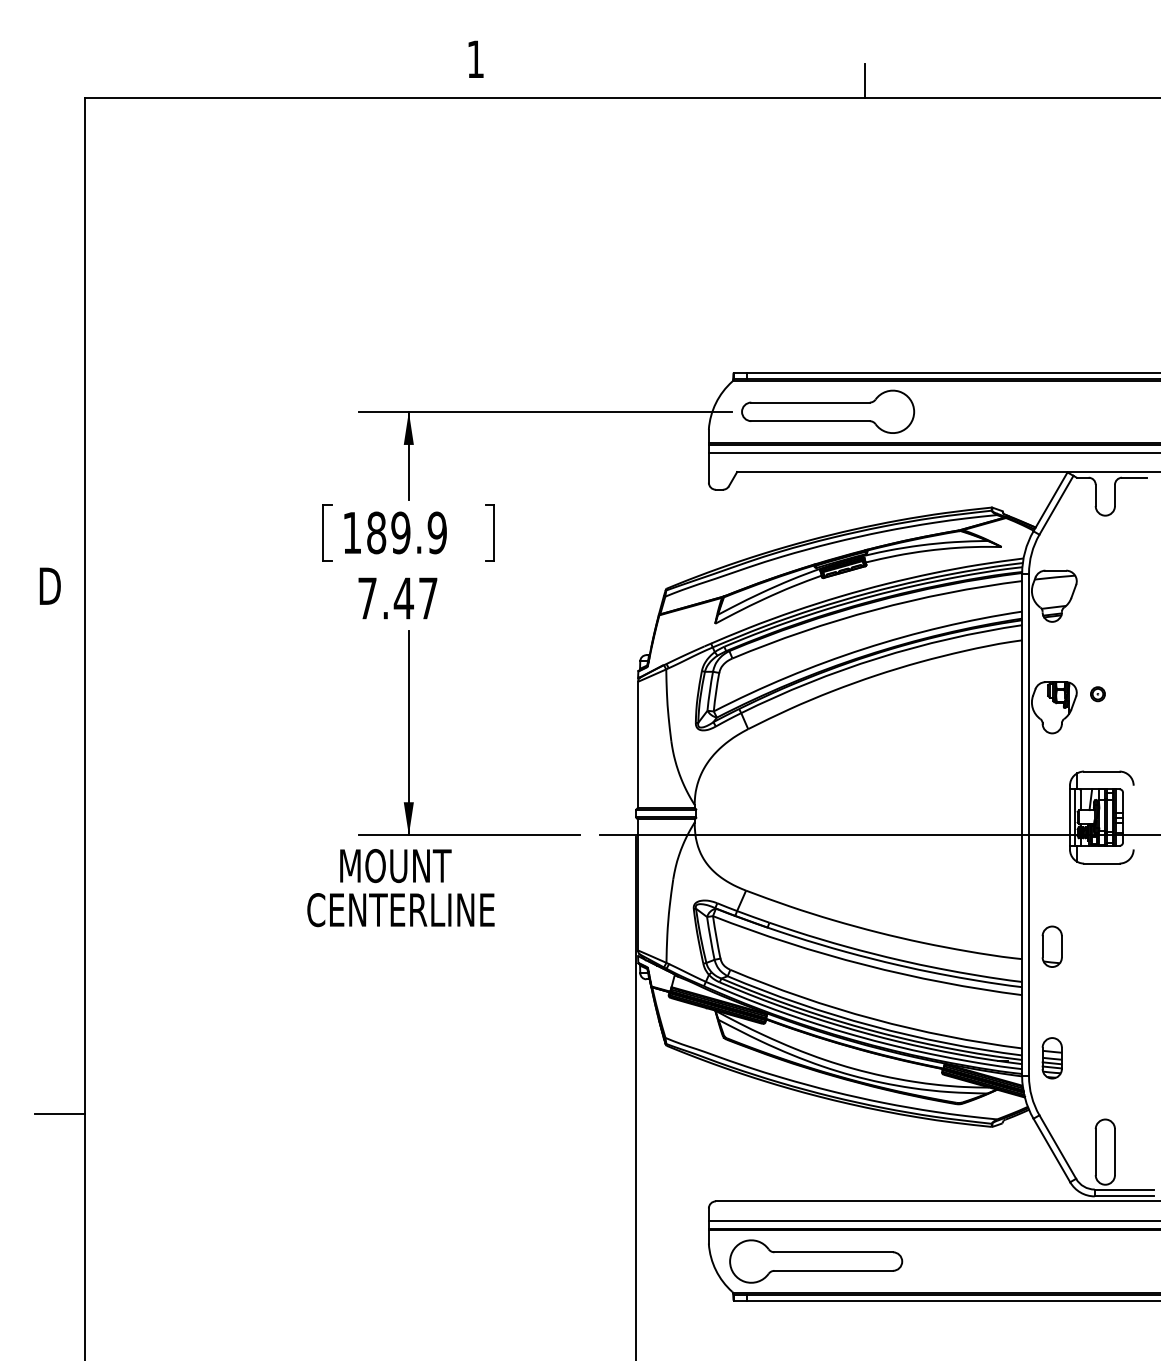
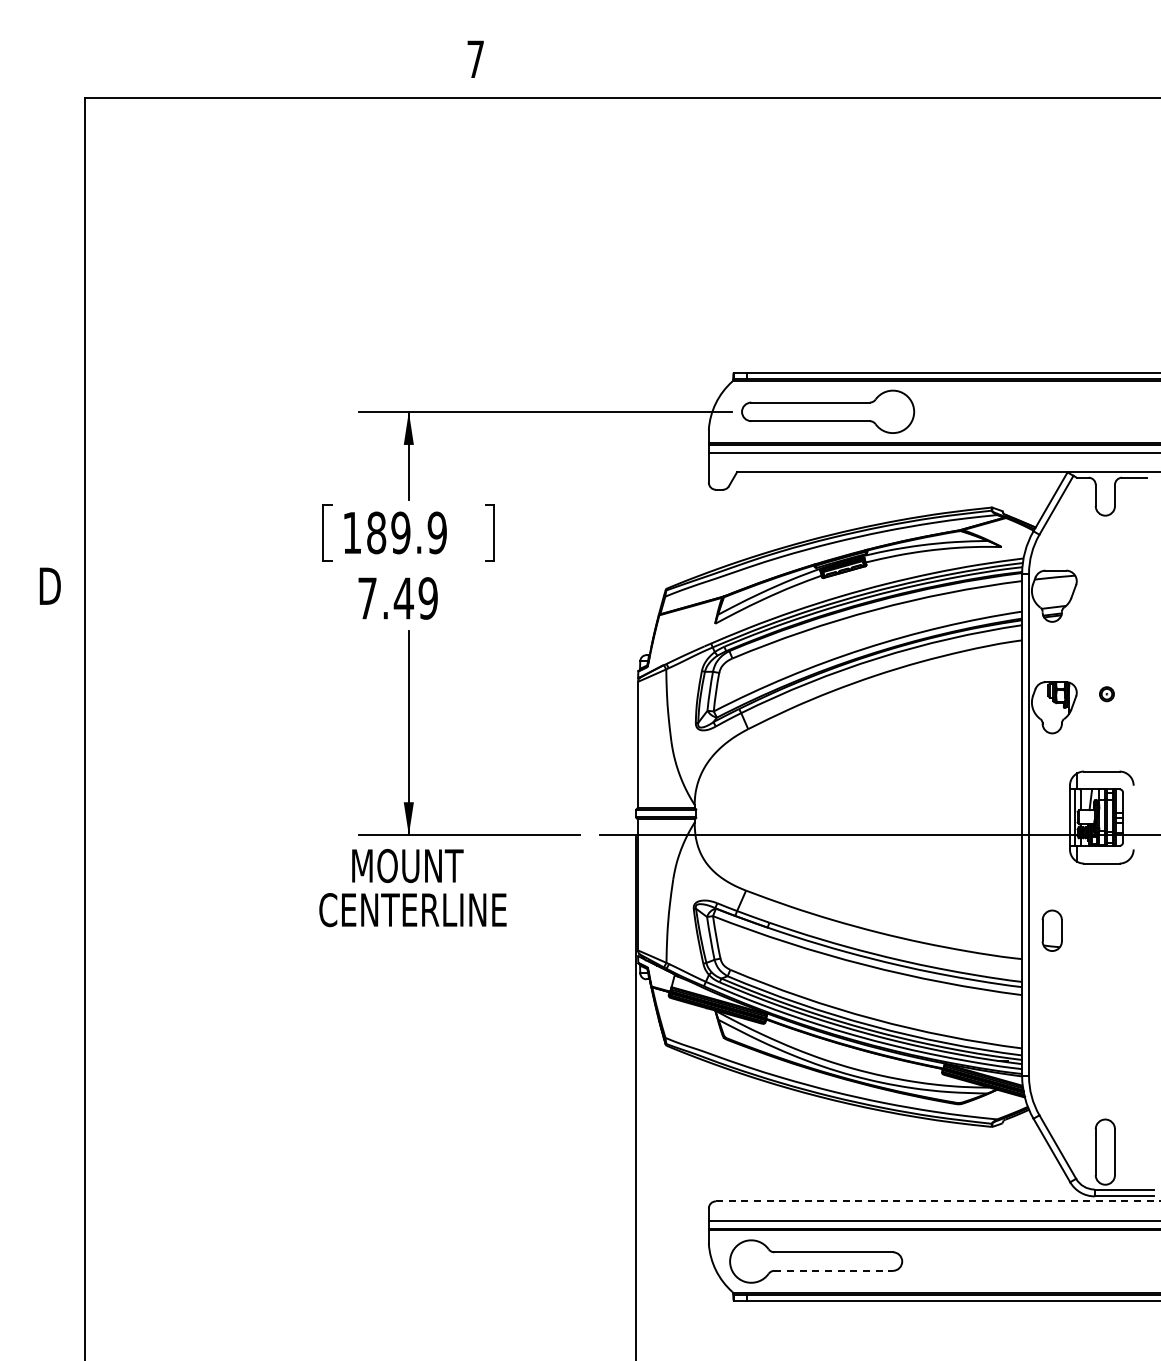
text at (475, 58): 1 -> 7
line at (865, 81): present -> none
text at (427, 598): 7.47 -> 7.49
part at (1097, 694) position: (1097, 694) -> (1106, 694)
text at (400, 888) position: (400, 888) -> (412, 888)
part at (1051, 946) position: (1051, 946) -> (1051, 930)
part at (1051, 1058): present -> none
line at (59, 1114): present -> none
line at (938, 1201): solid -> dashed
line at (834, 1270): solid -> dashed
